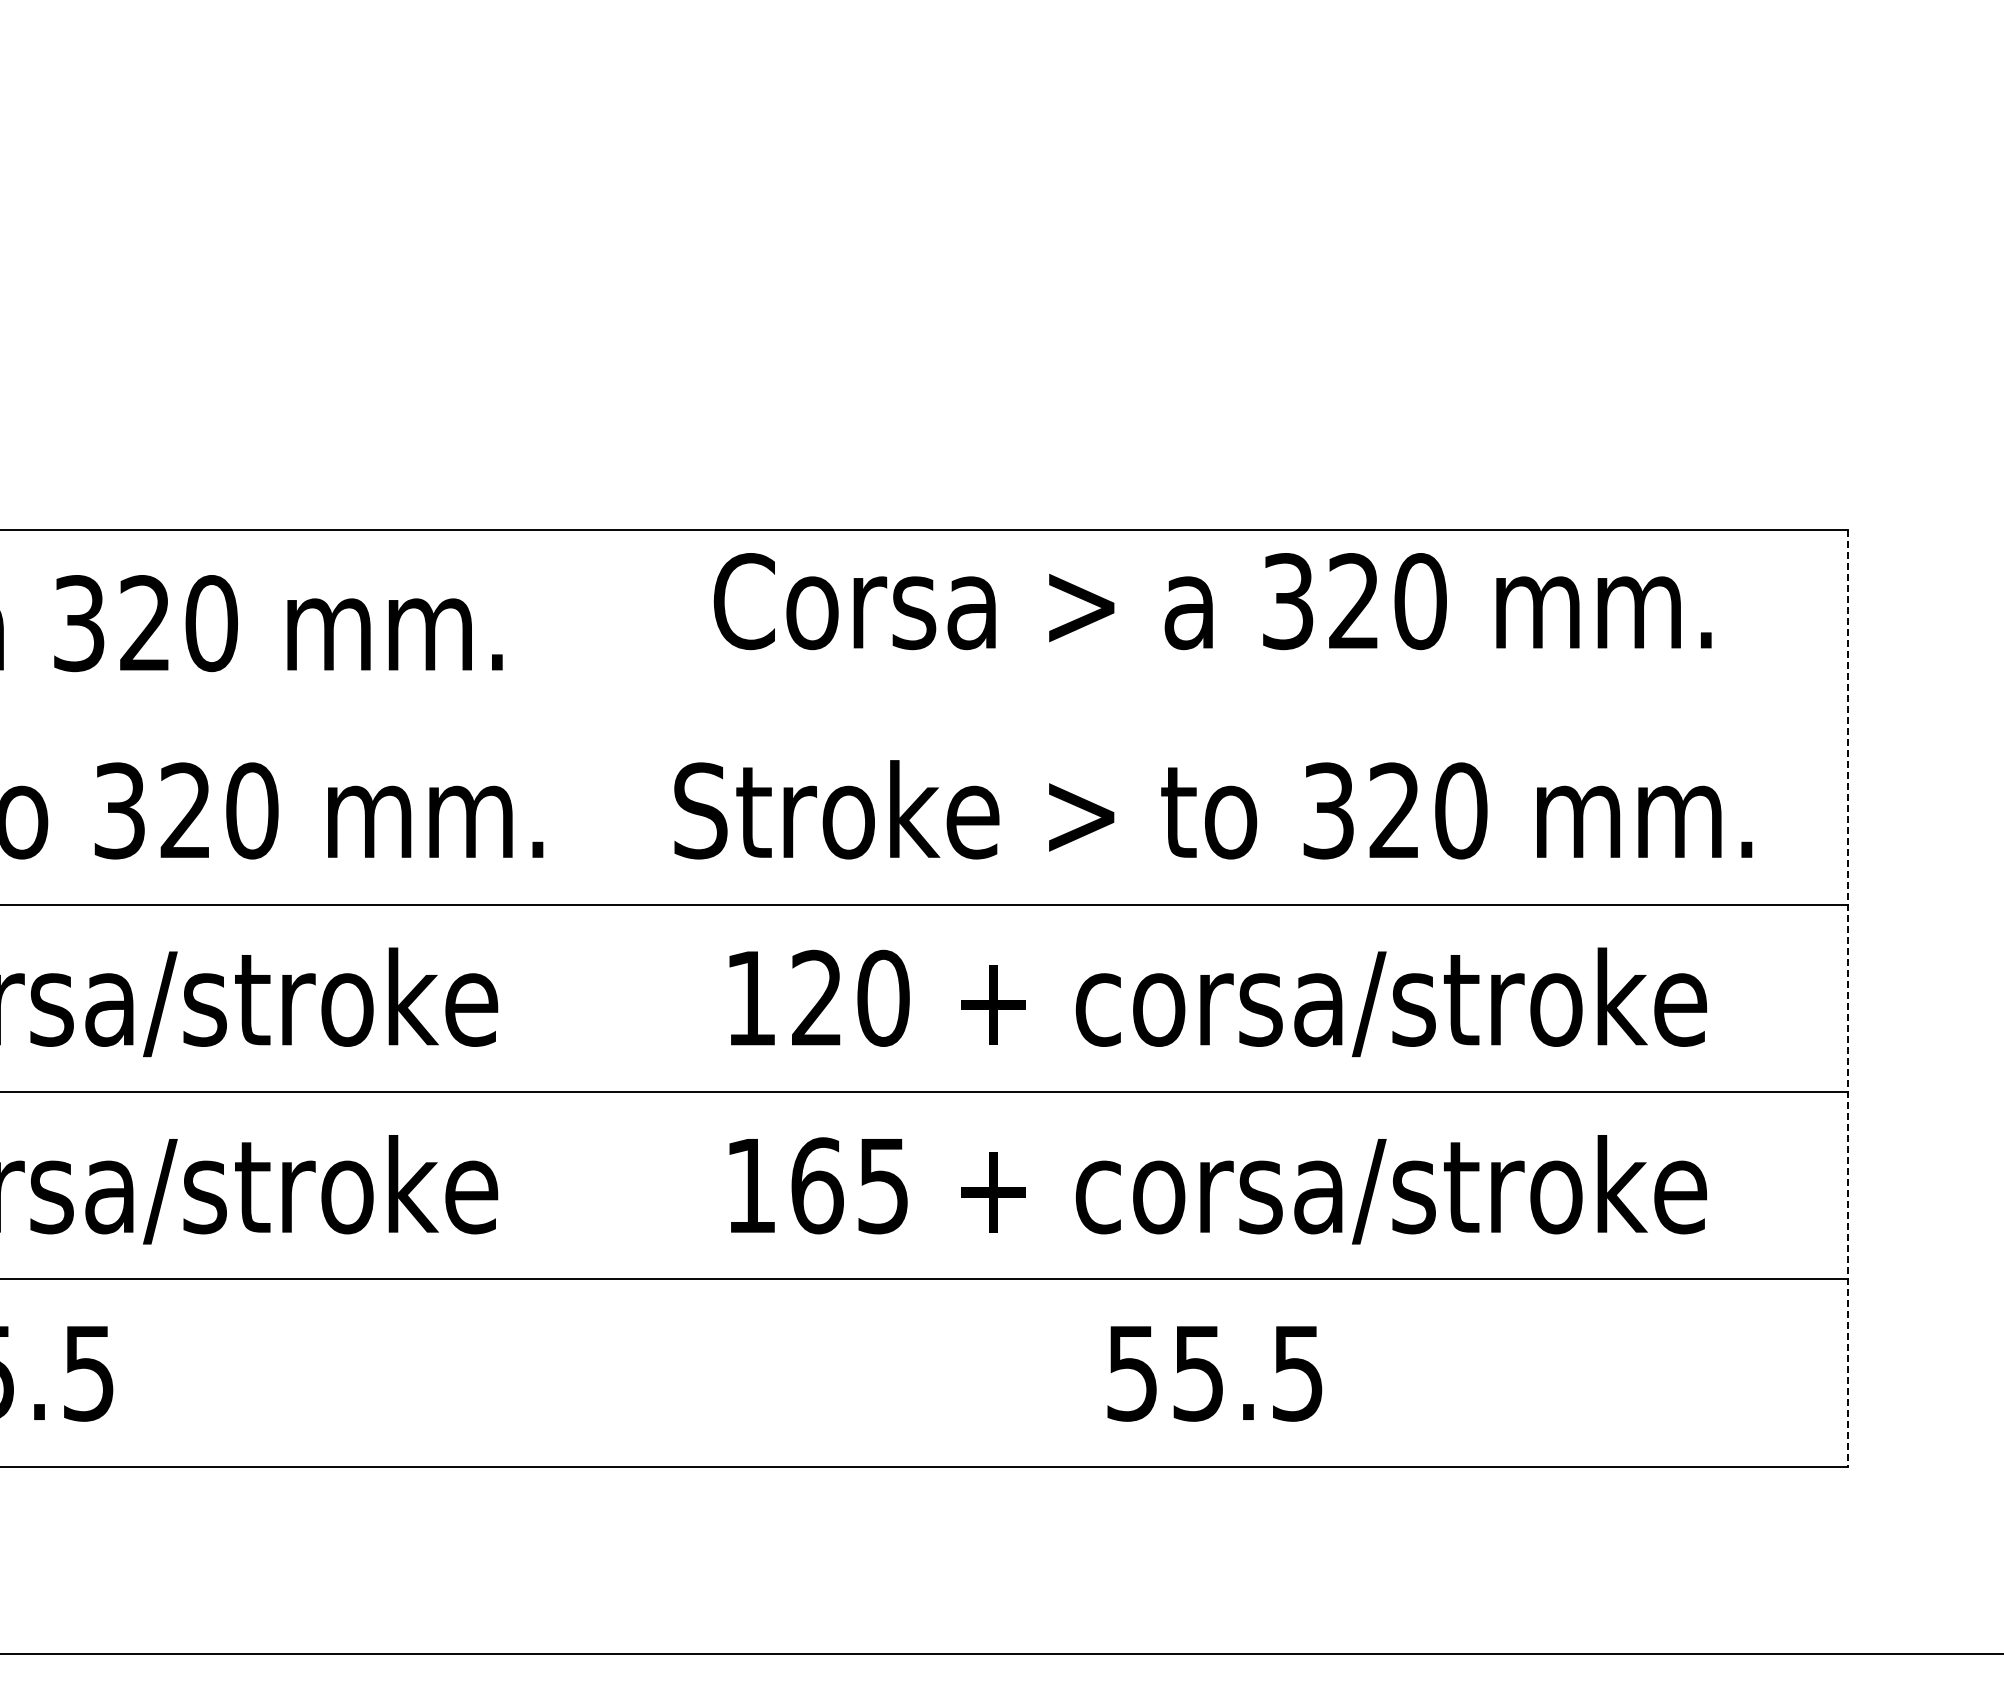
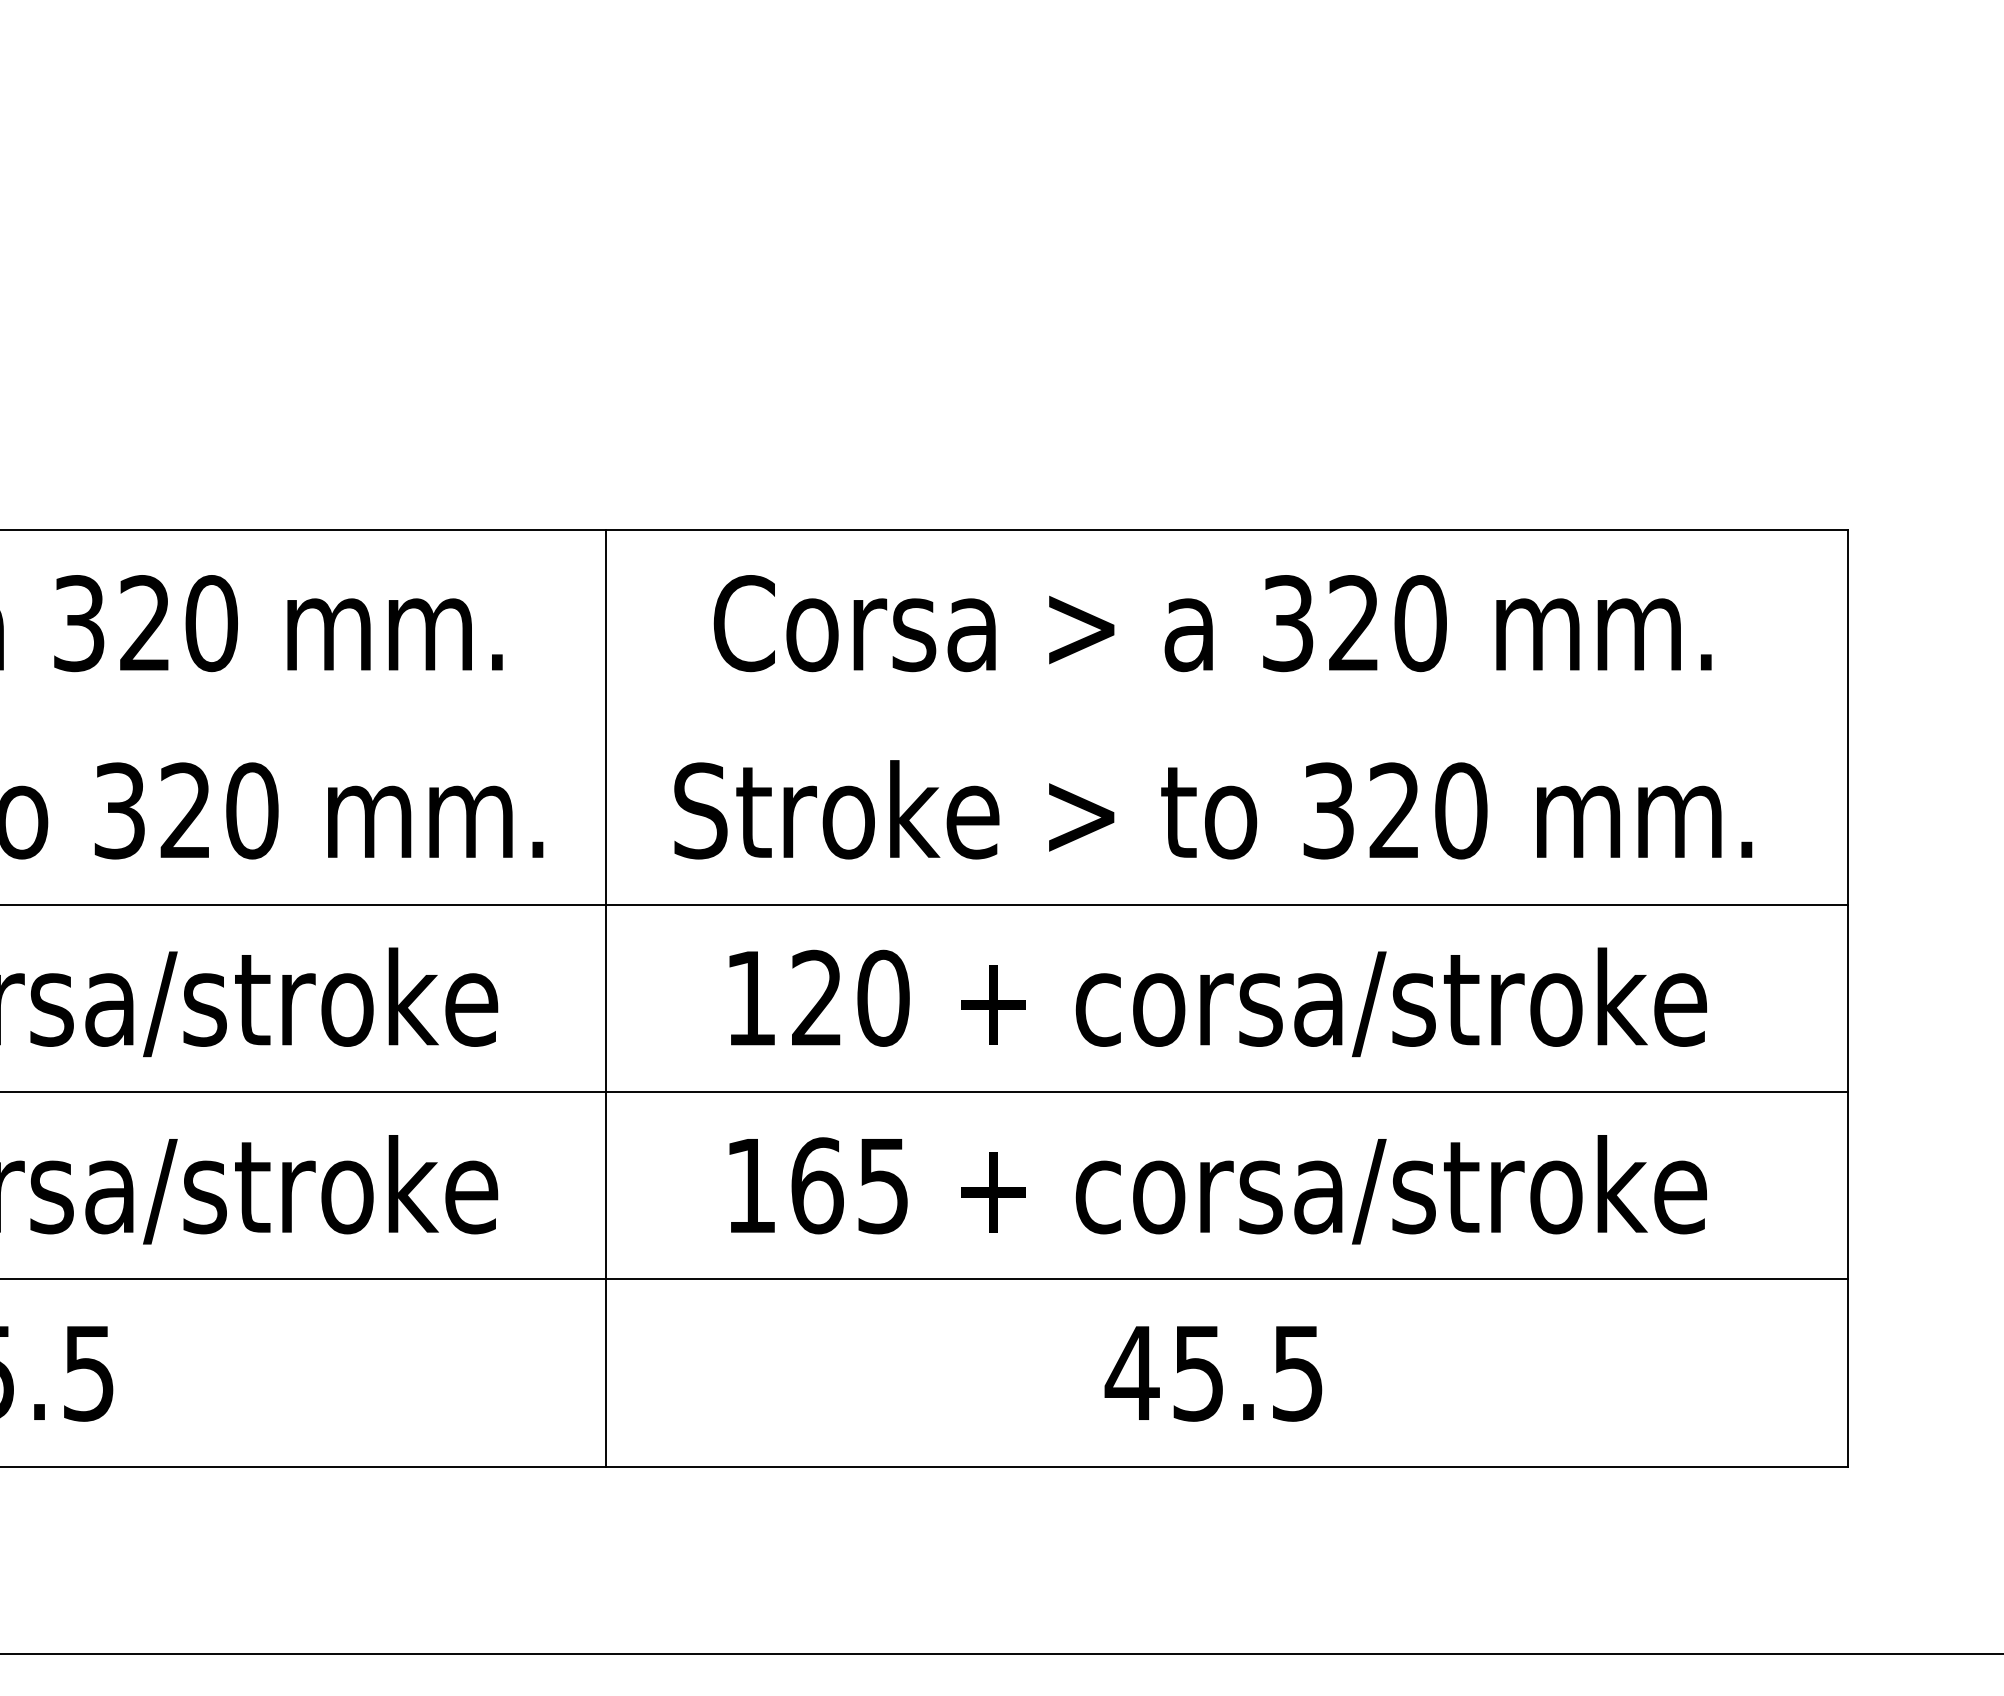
text at (1212, 601) position: (1212, 601) -> (1212, 623)
line at (606, 997): none -> present
line at (1847, 998): dashed -> solid
text at (1131, 1373): 55.5 -> 45.5
